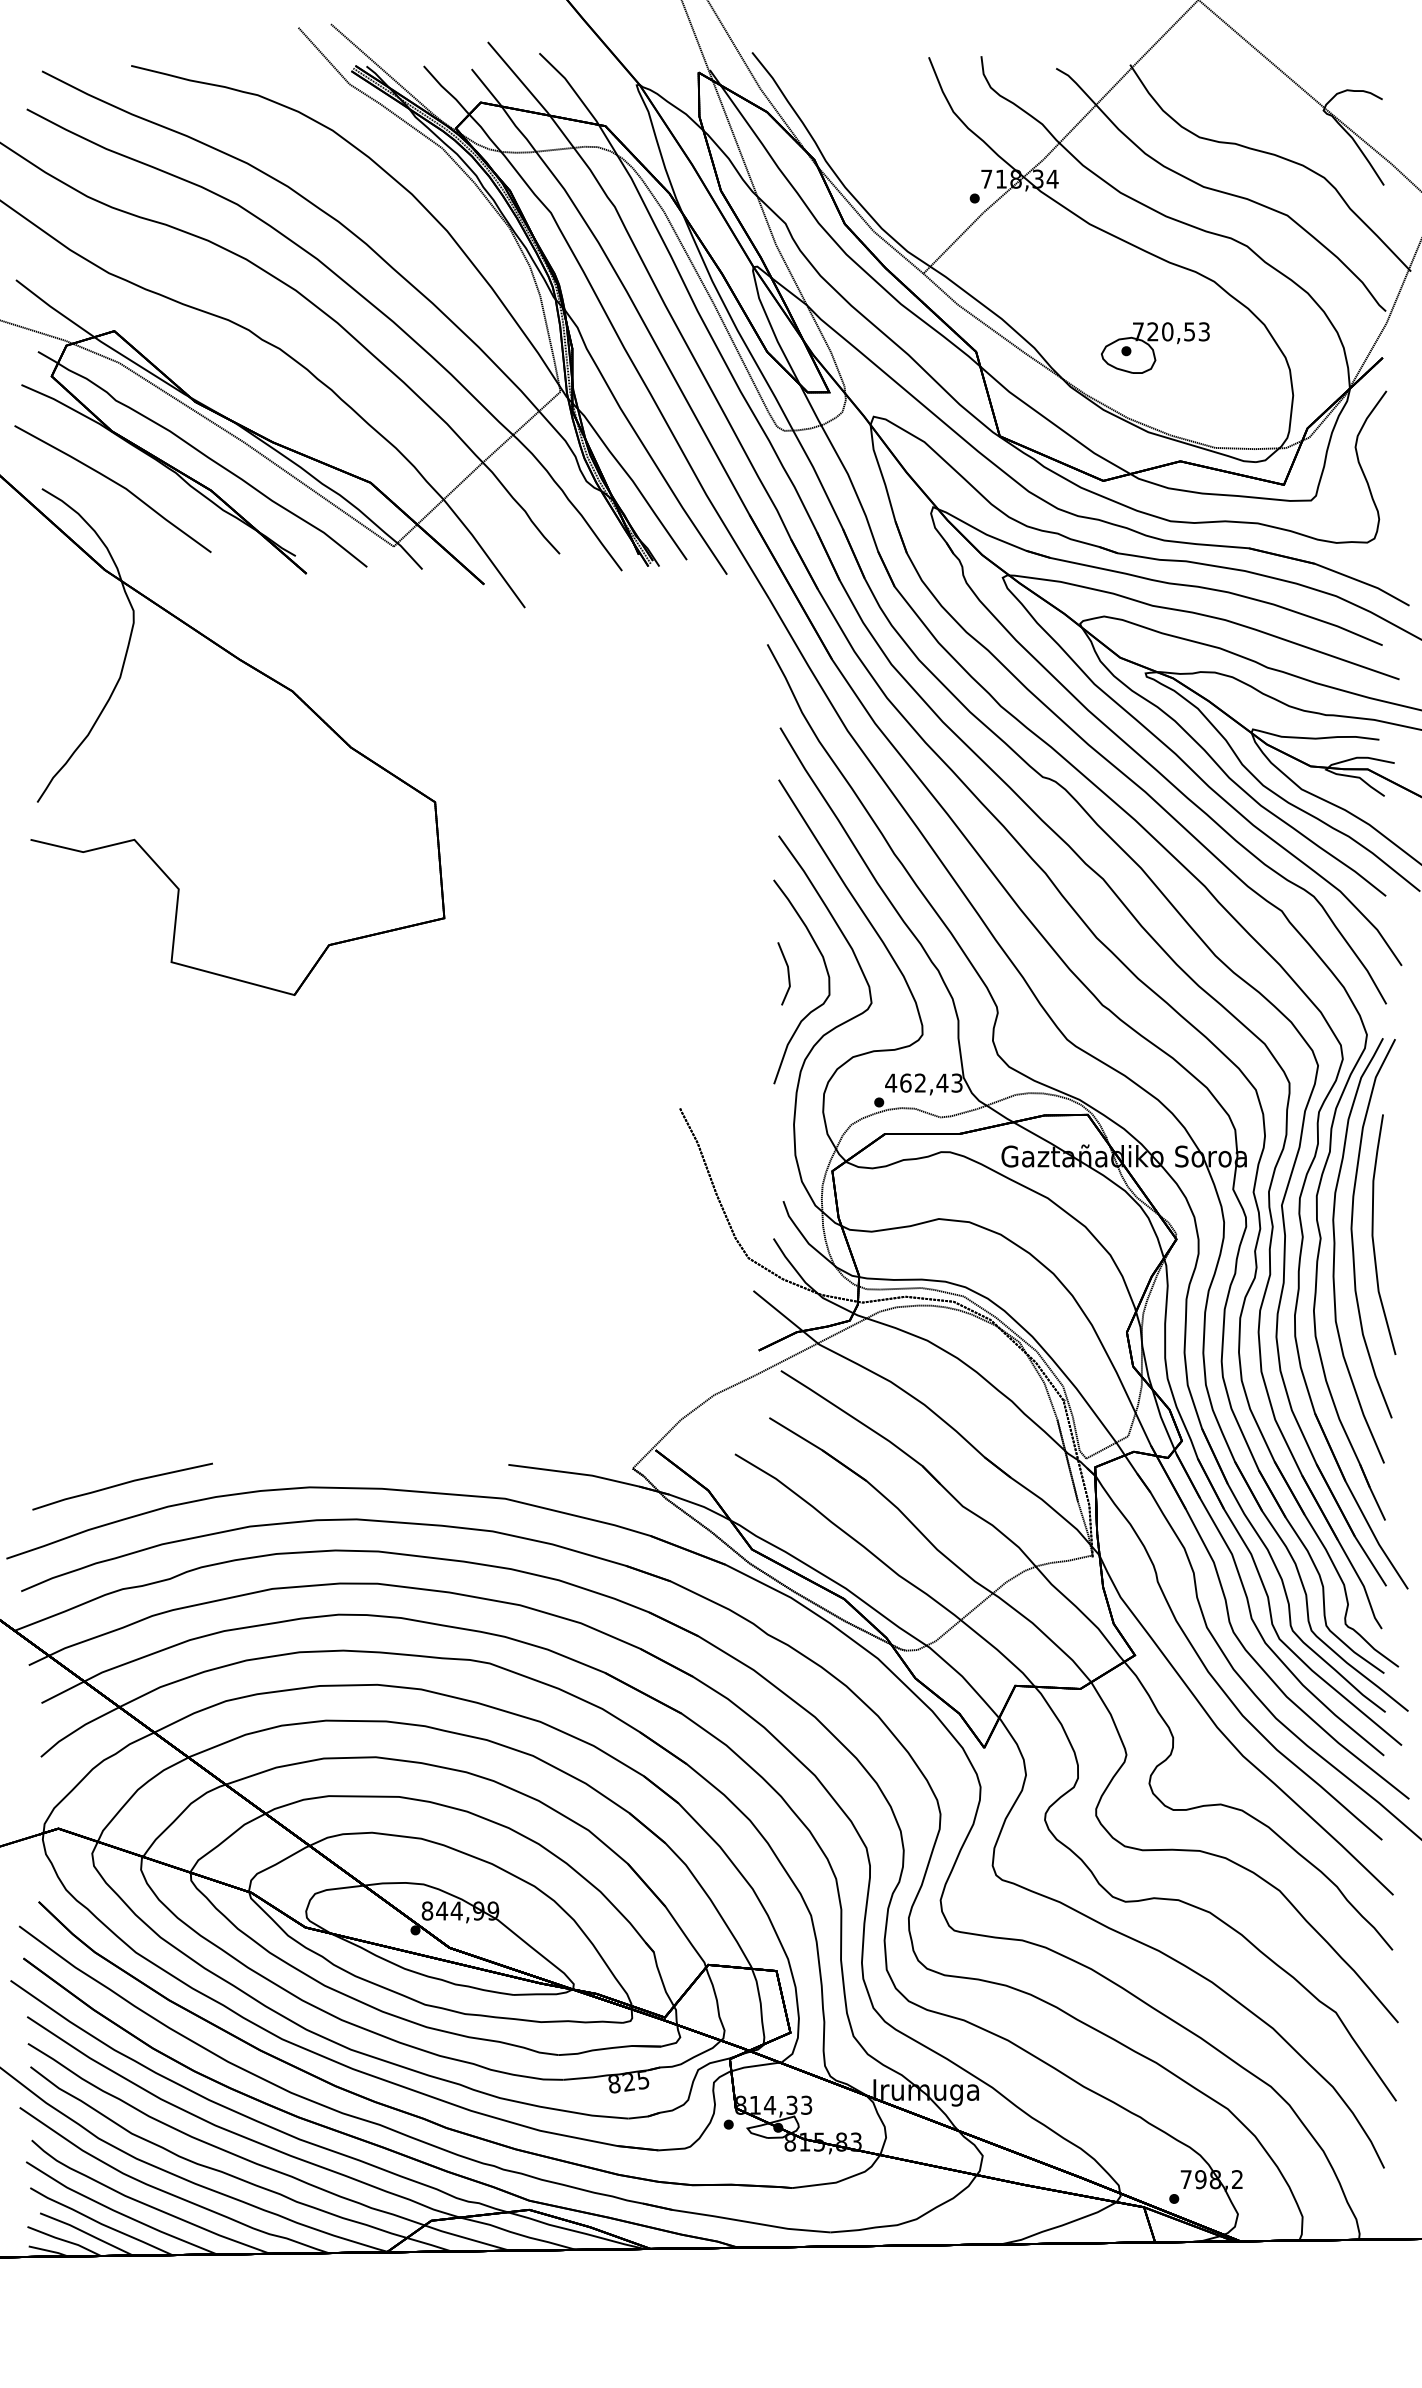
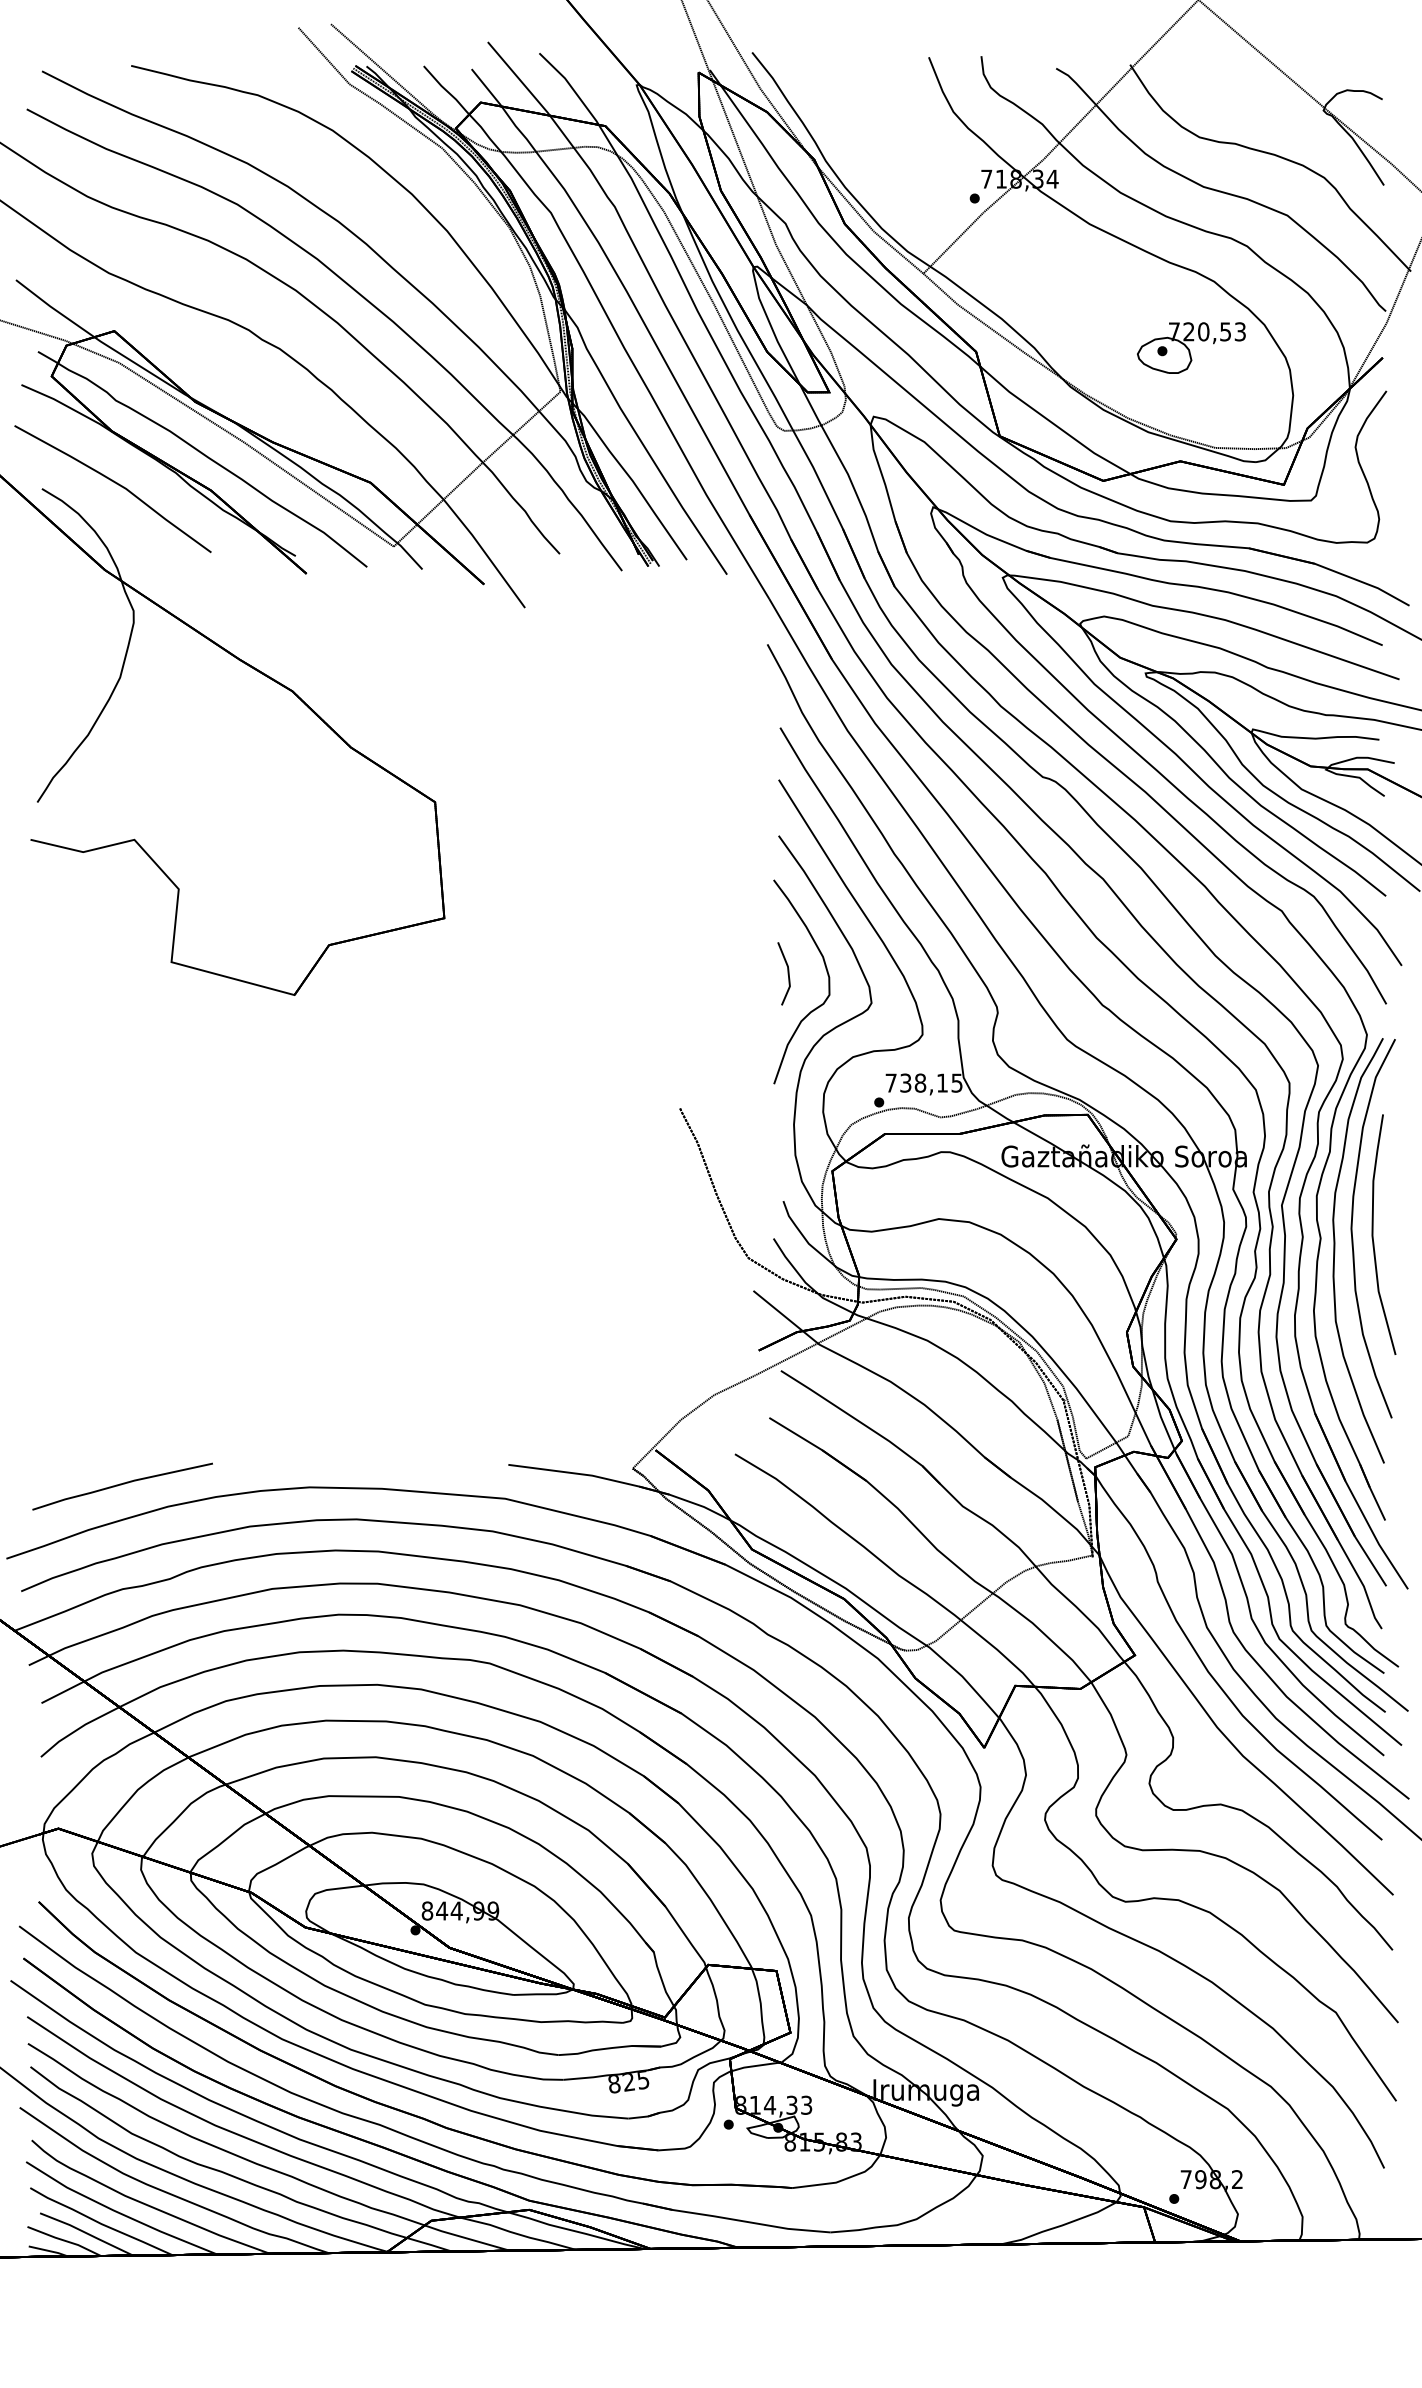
part at (1155, 347) position: (1155, 347) -> (1191, 347)
text at (923, 1082): 462,43 -> 738,15
